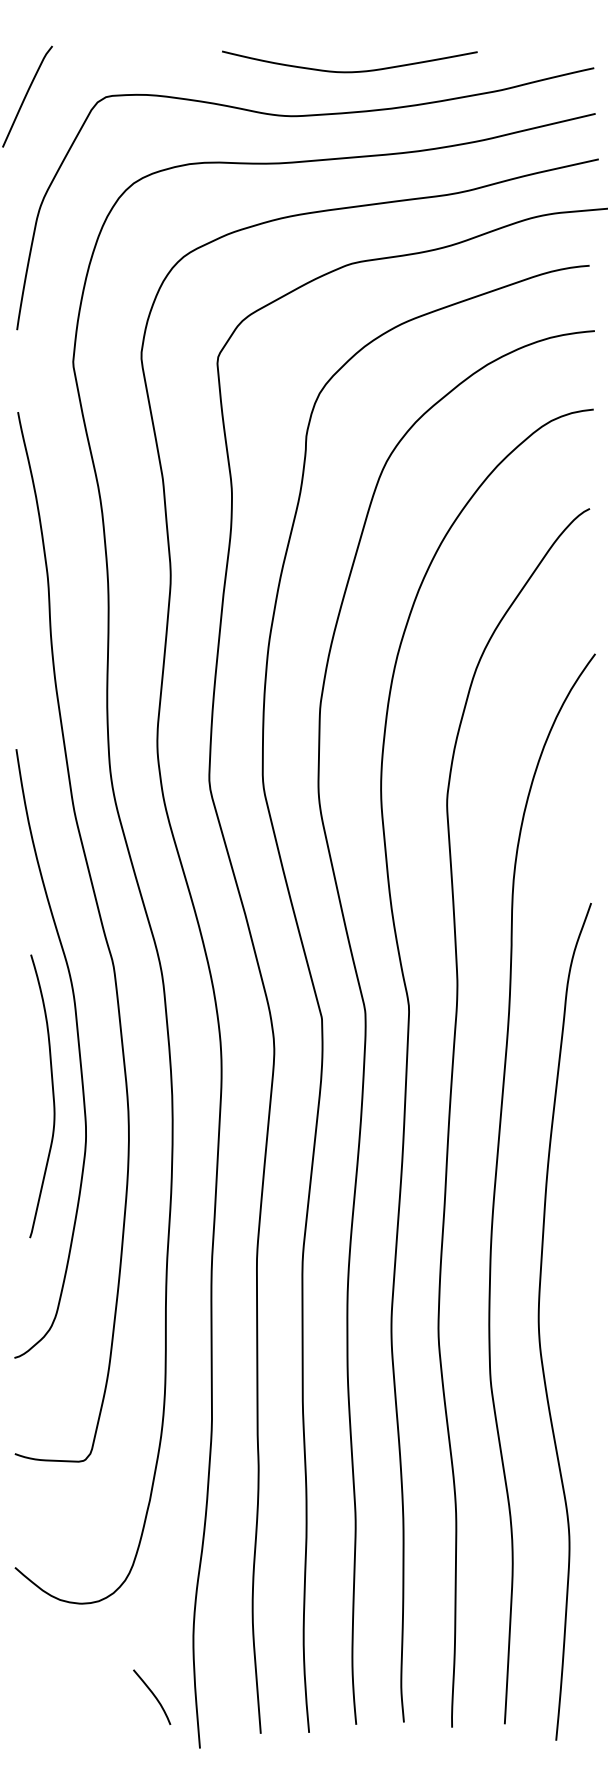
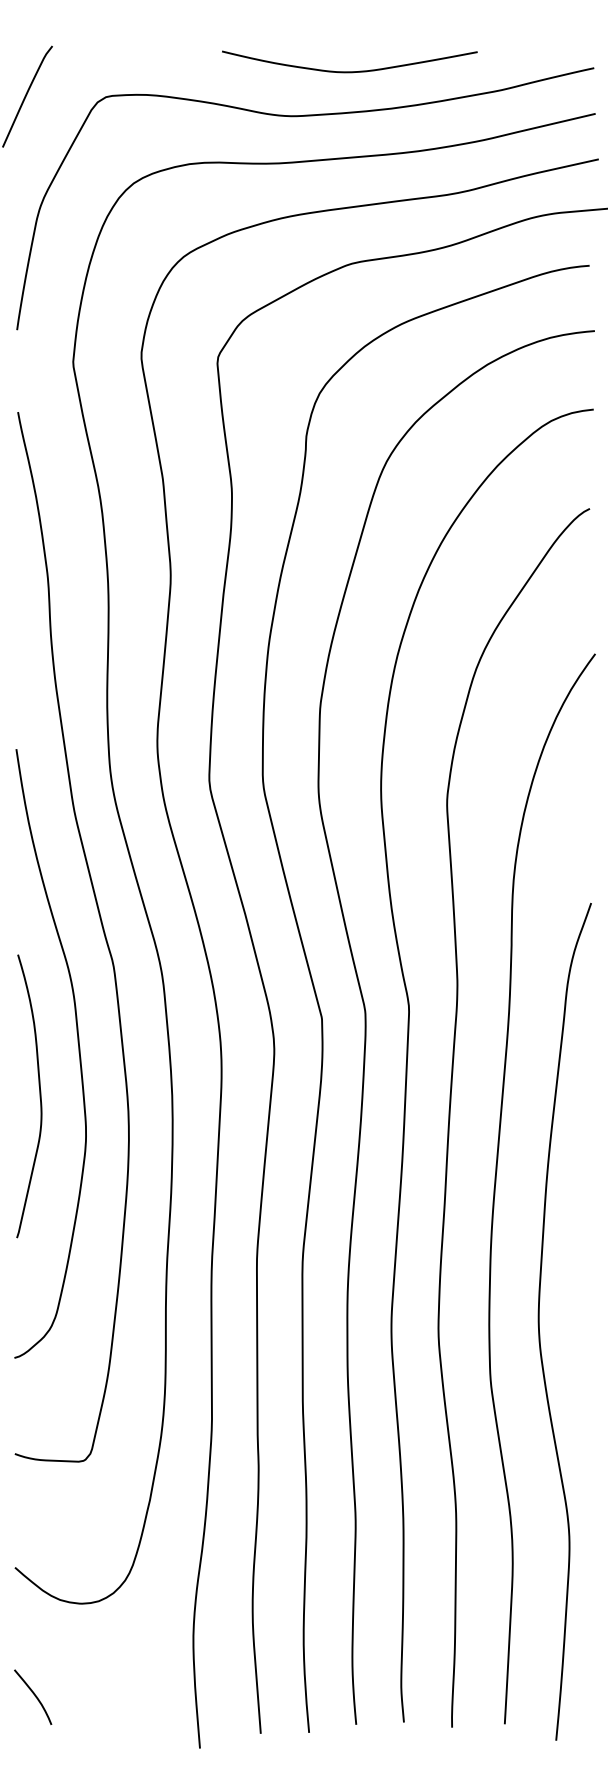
curve at (52, 1096) position: (52, 1096) -> (39, 1096)
curve at (153, 1696) position: (153, 1696) -> (34, 1696)
